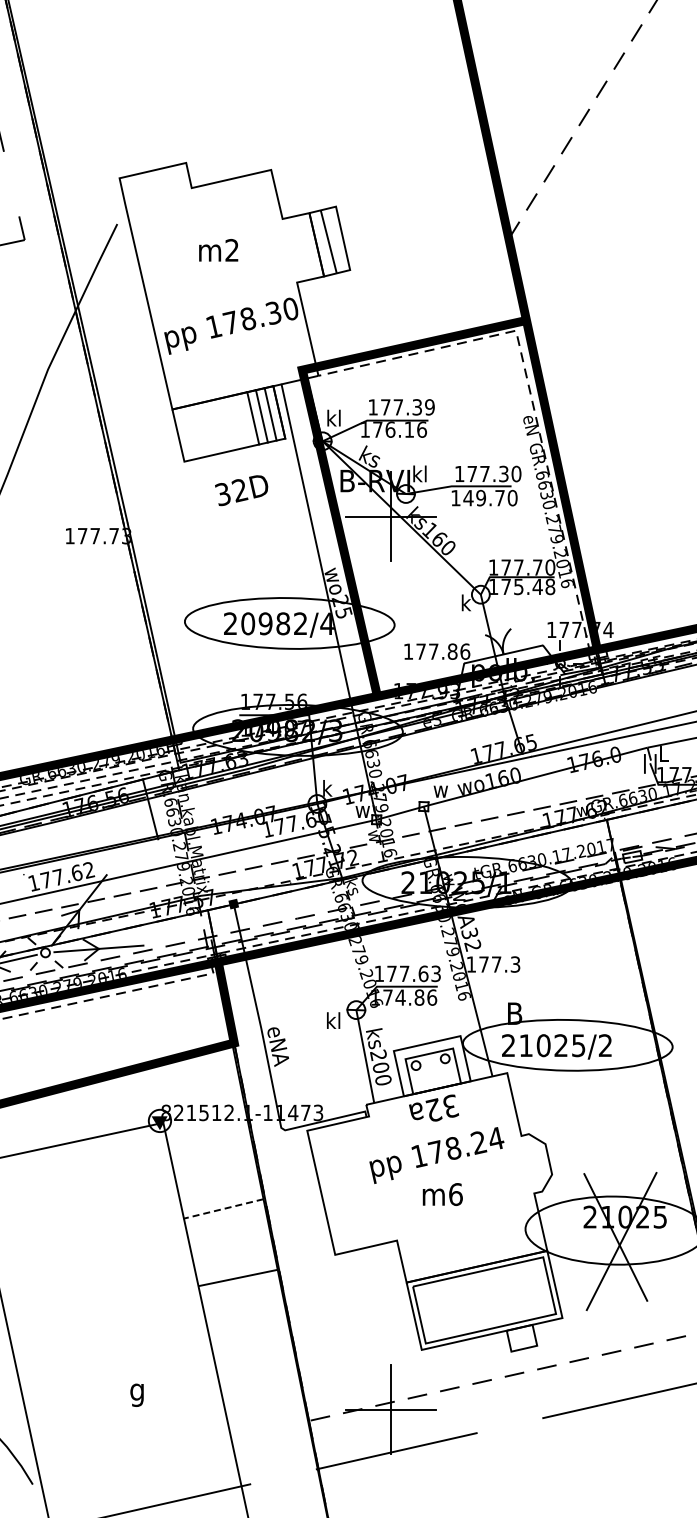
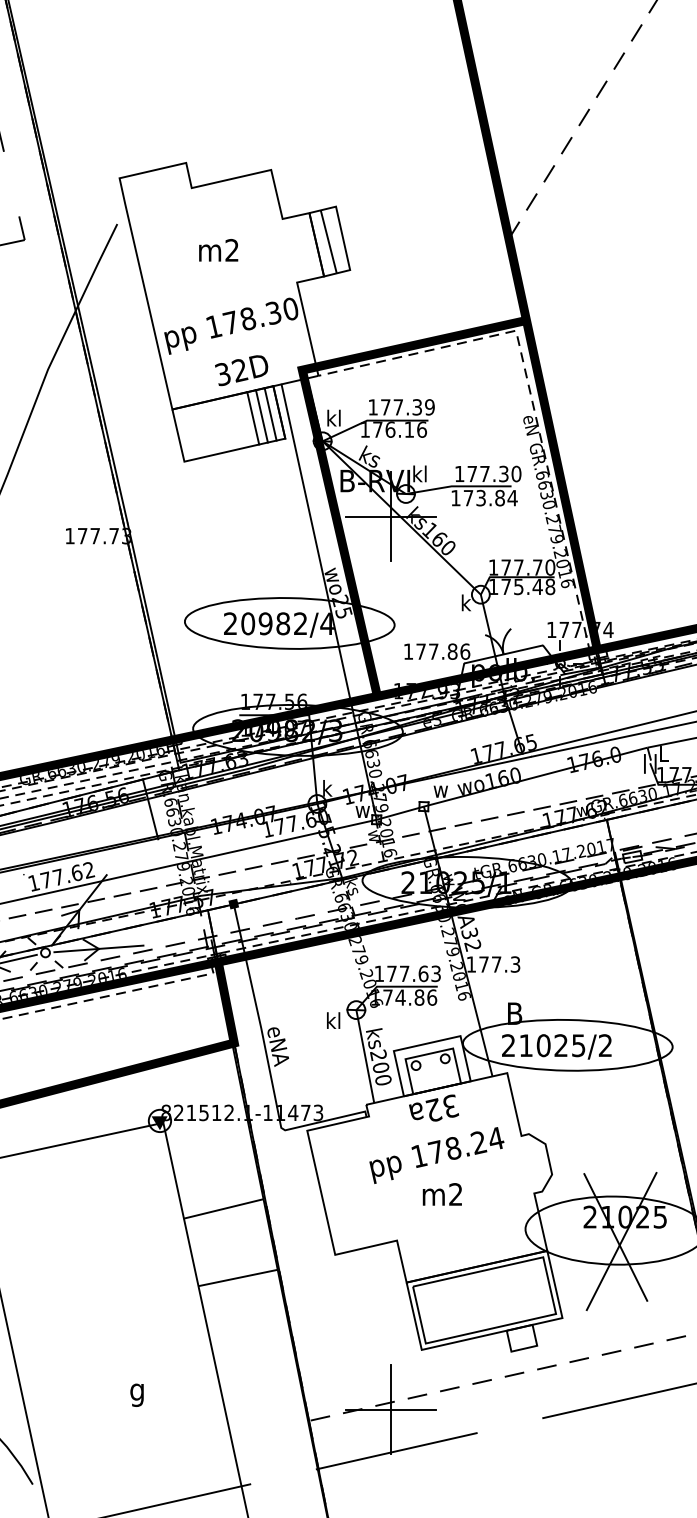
text at (241, 490) position: (241, 490) -> (241, 370)
text at (490, 497): 149.70 -> 173.84
text at (455, 1194): m6 -> m2
line at (223, 1209): dashed -> solid
